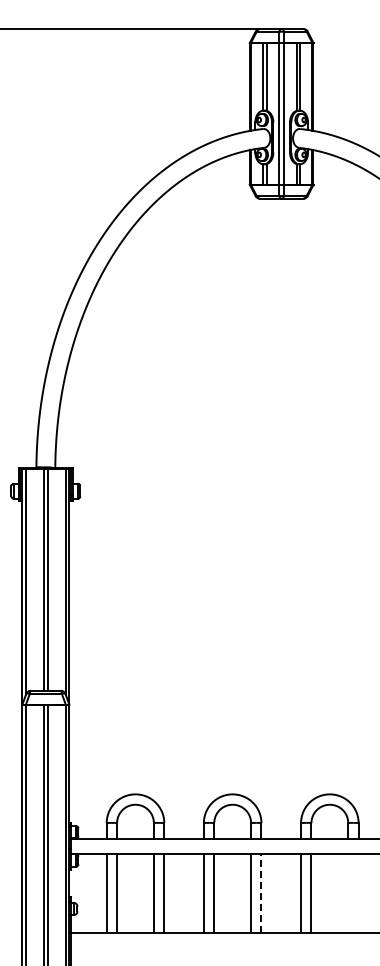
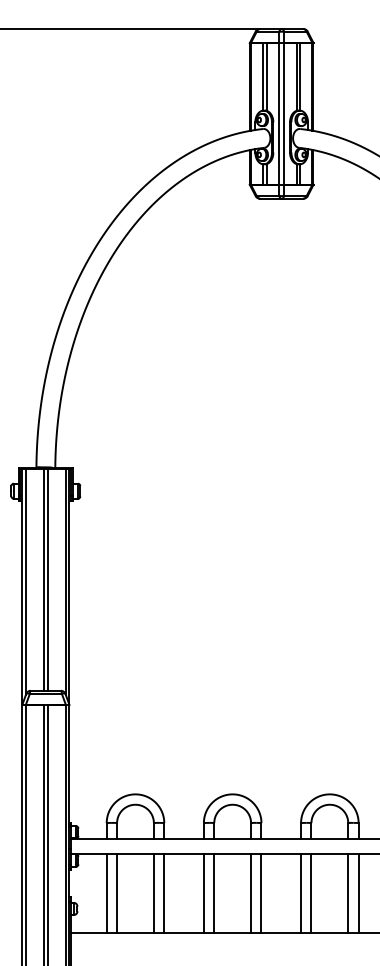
line at (261, 893): dashed -> solid
line at (348, 893): none -> present
line at (358, 893): none -> present
